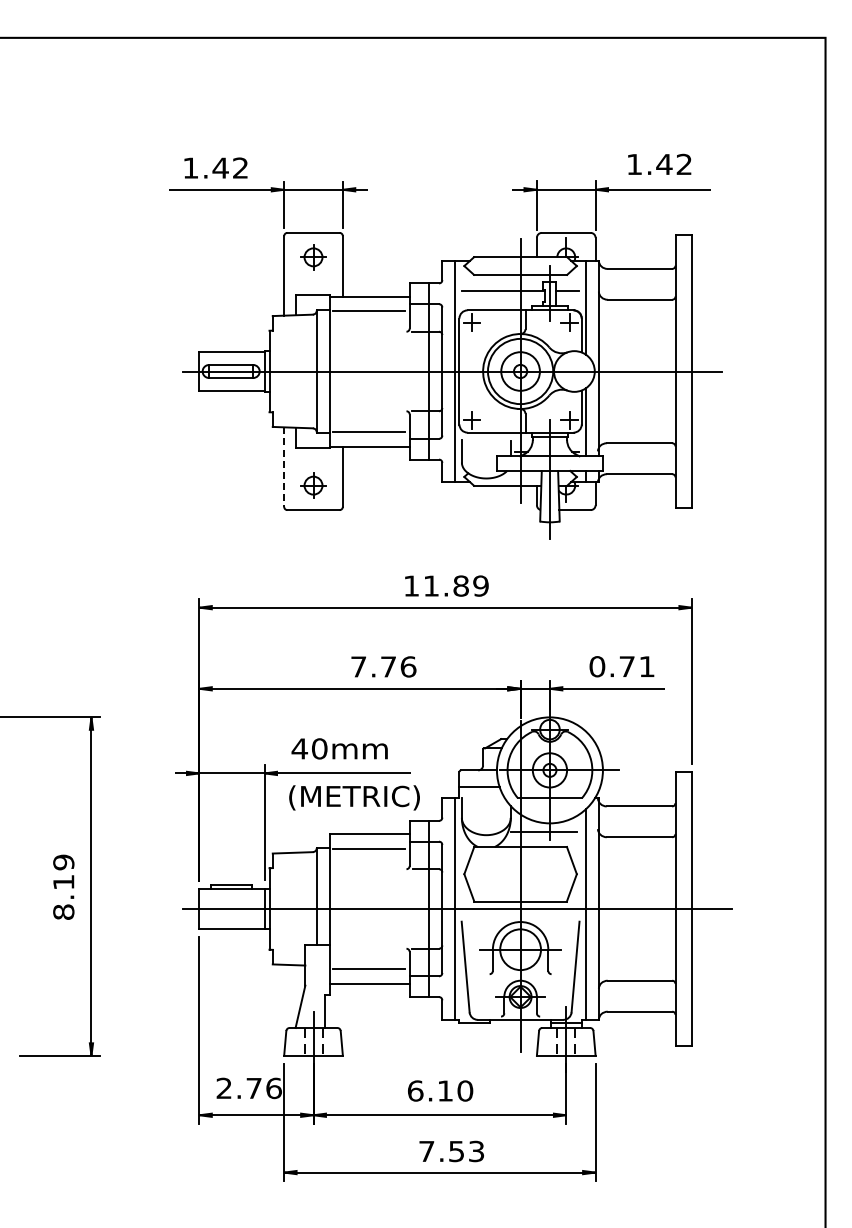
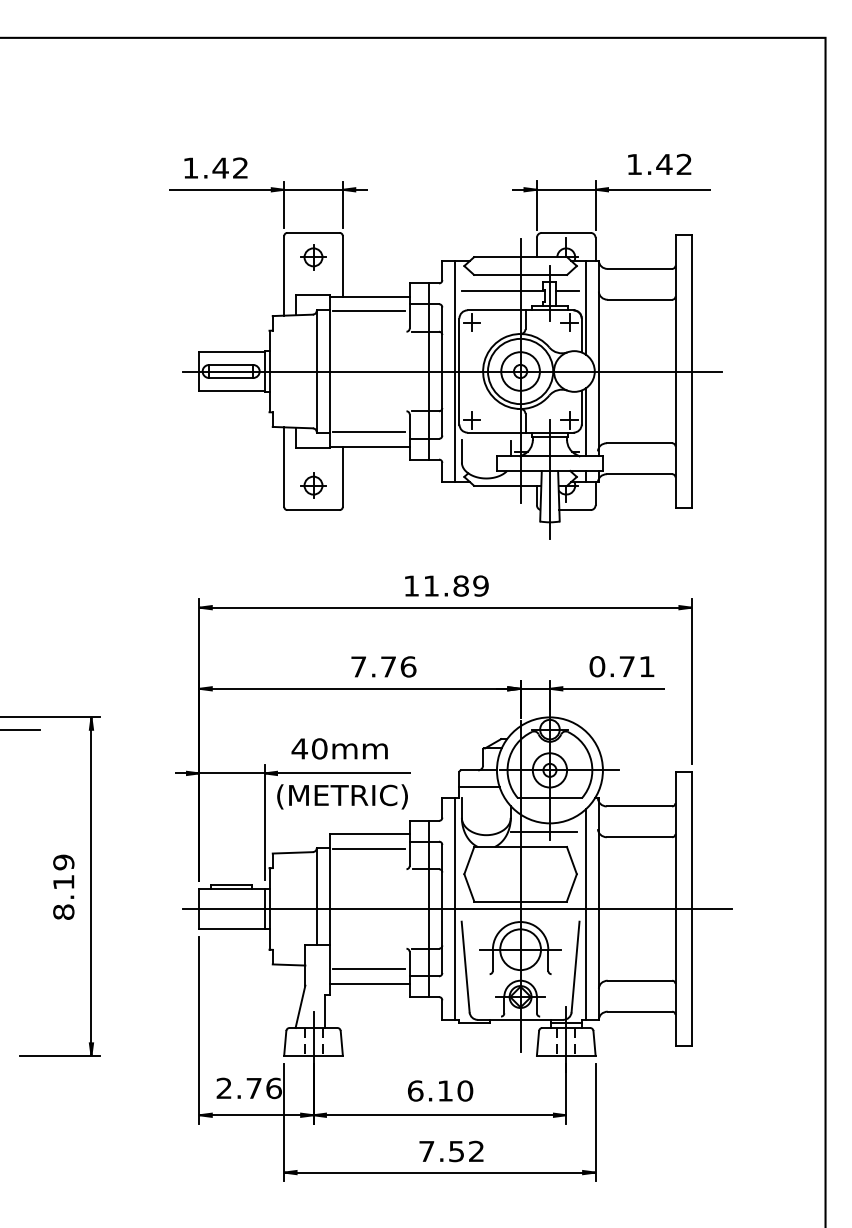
line at (284, 467): dashed -> solid
line at (20, 729): none -> present
text at (354, 797) position: (354, 797) -> (342, 796)
text at (476, 1151): 7.53 -> 7.52
